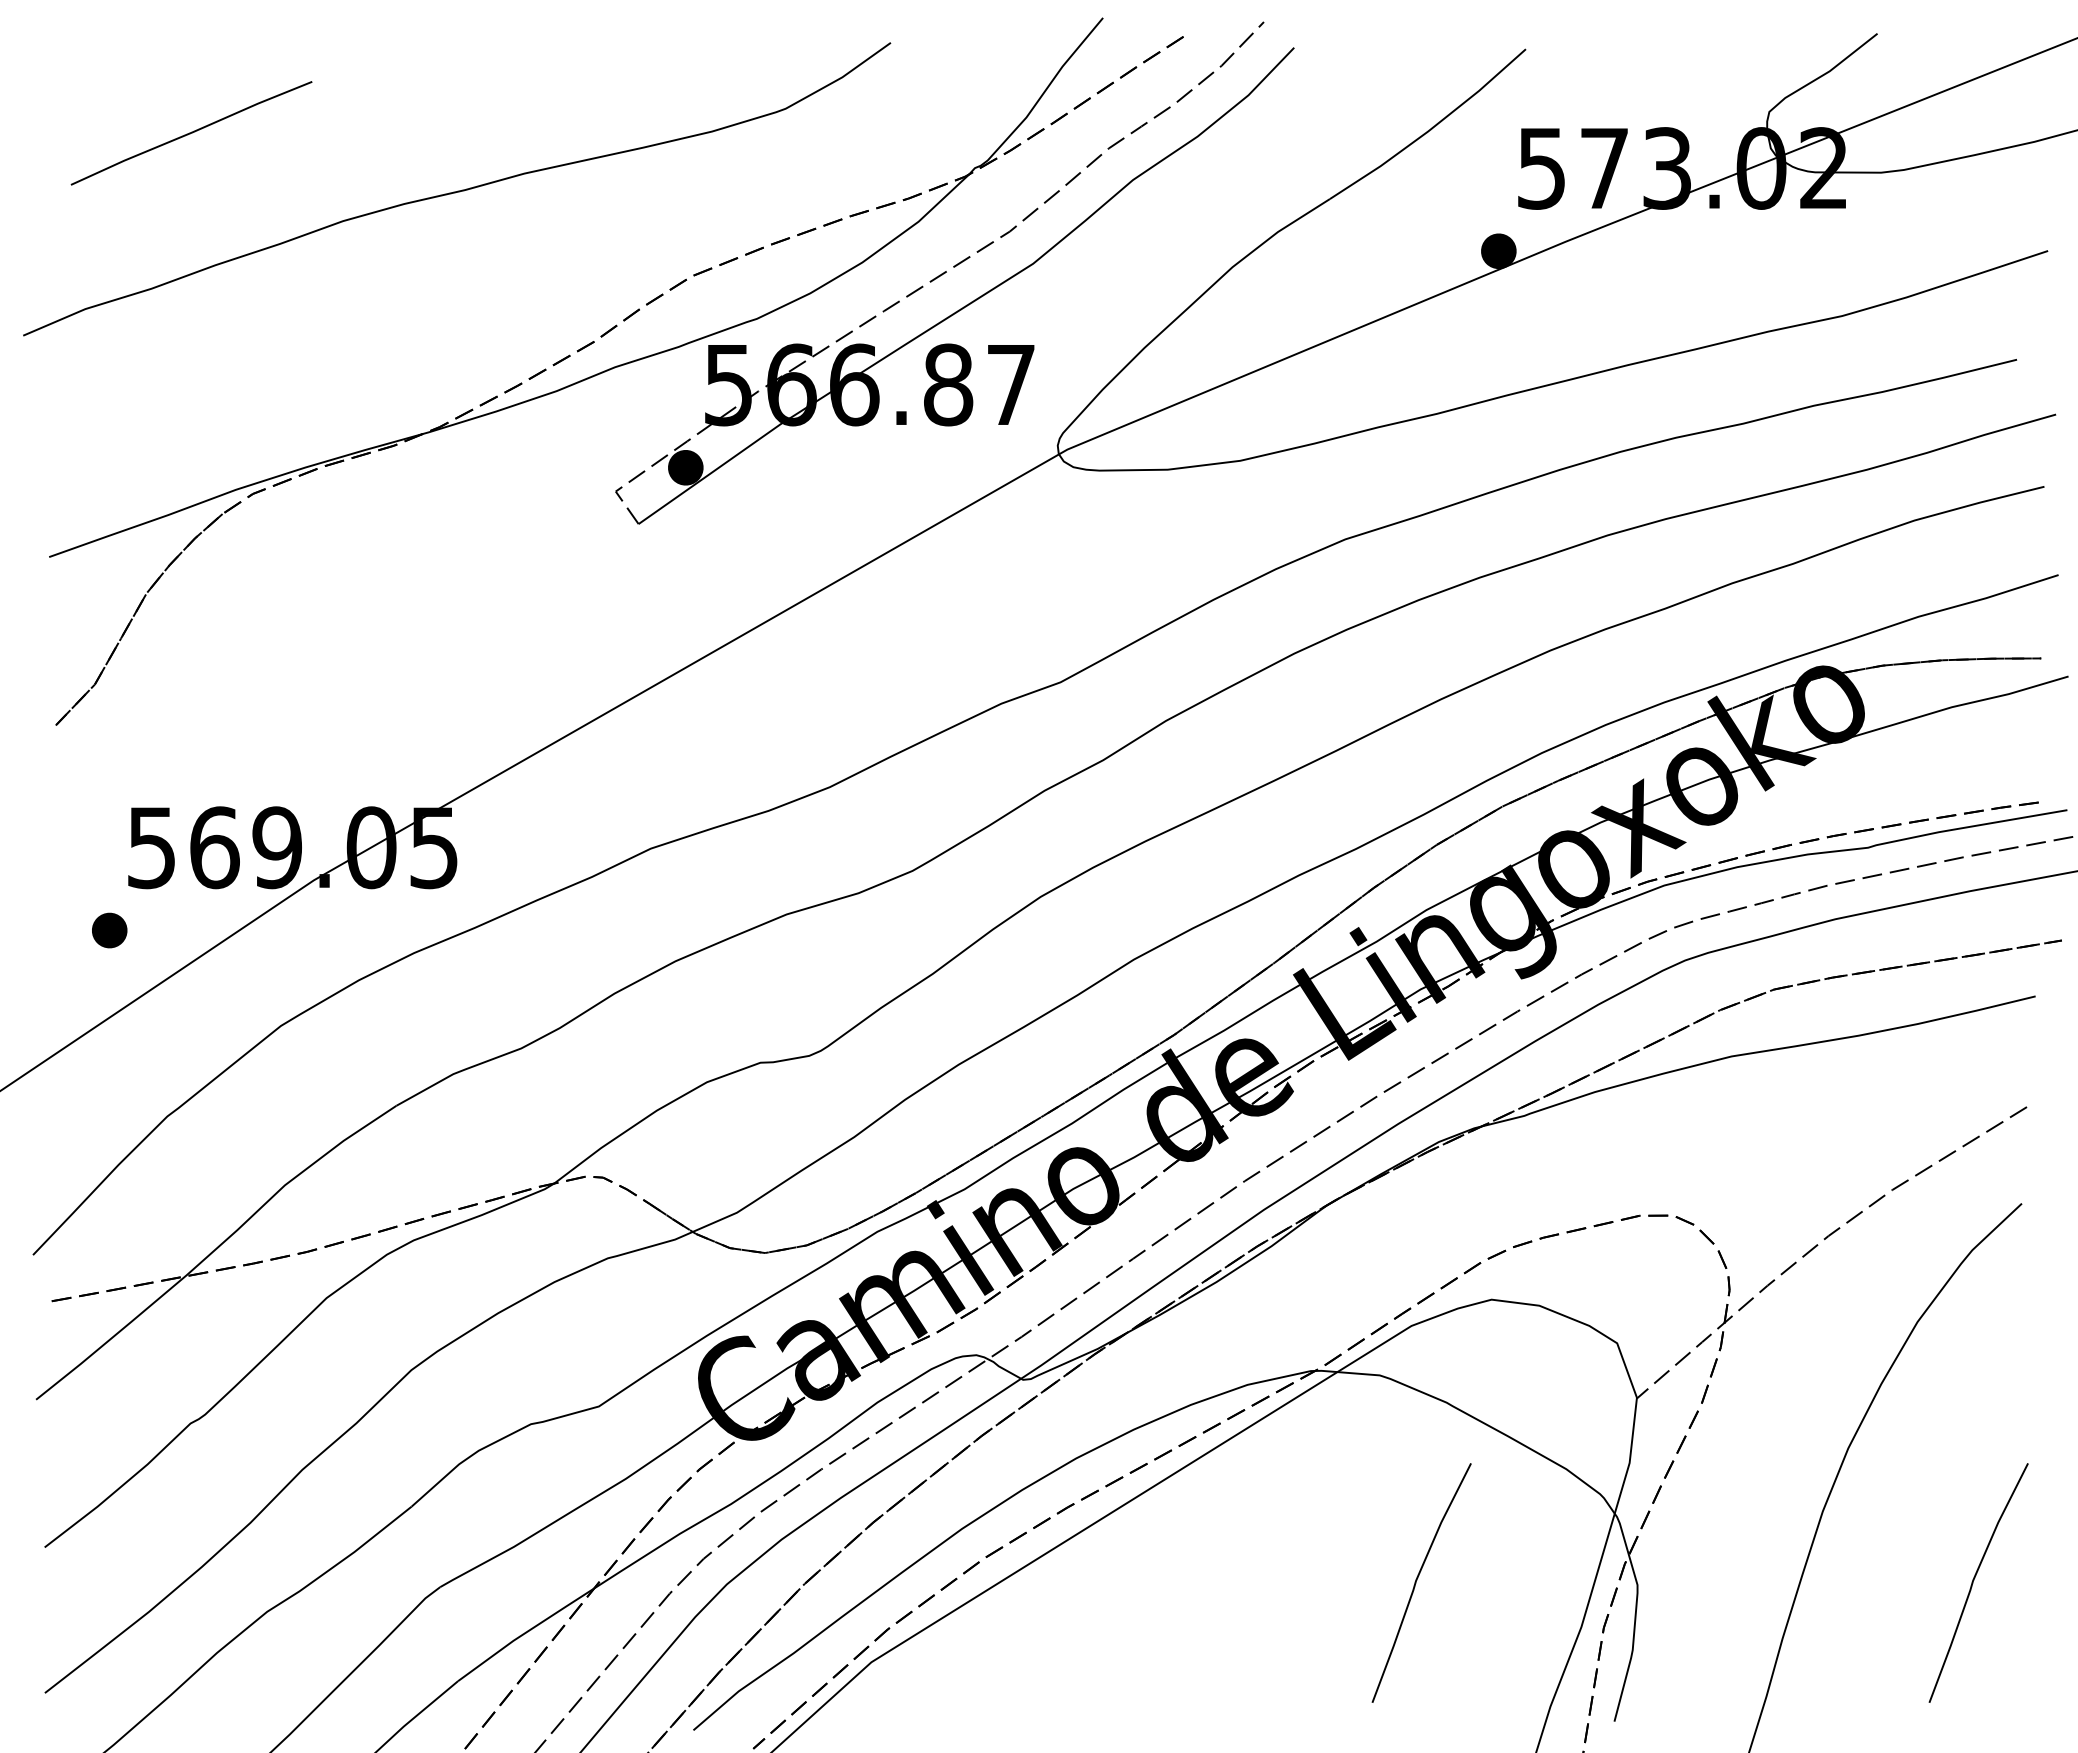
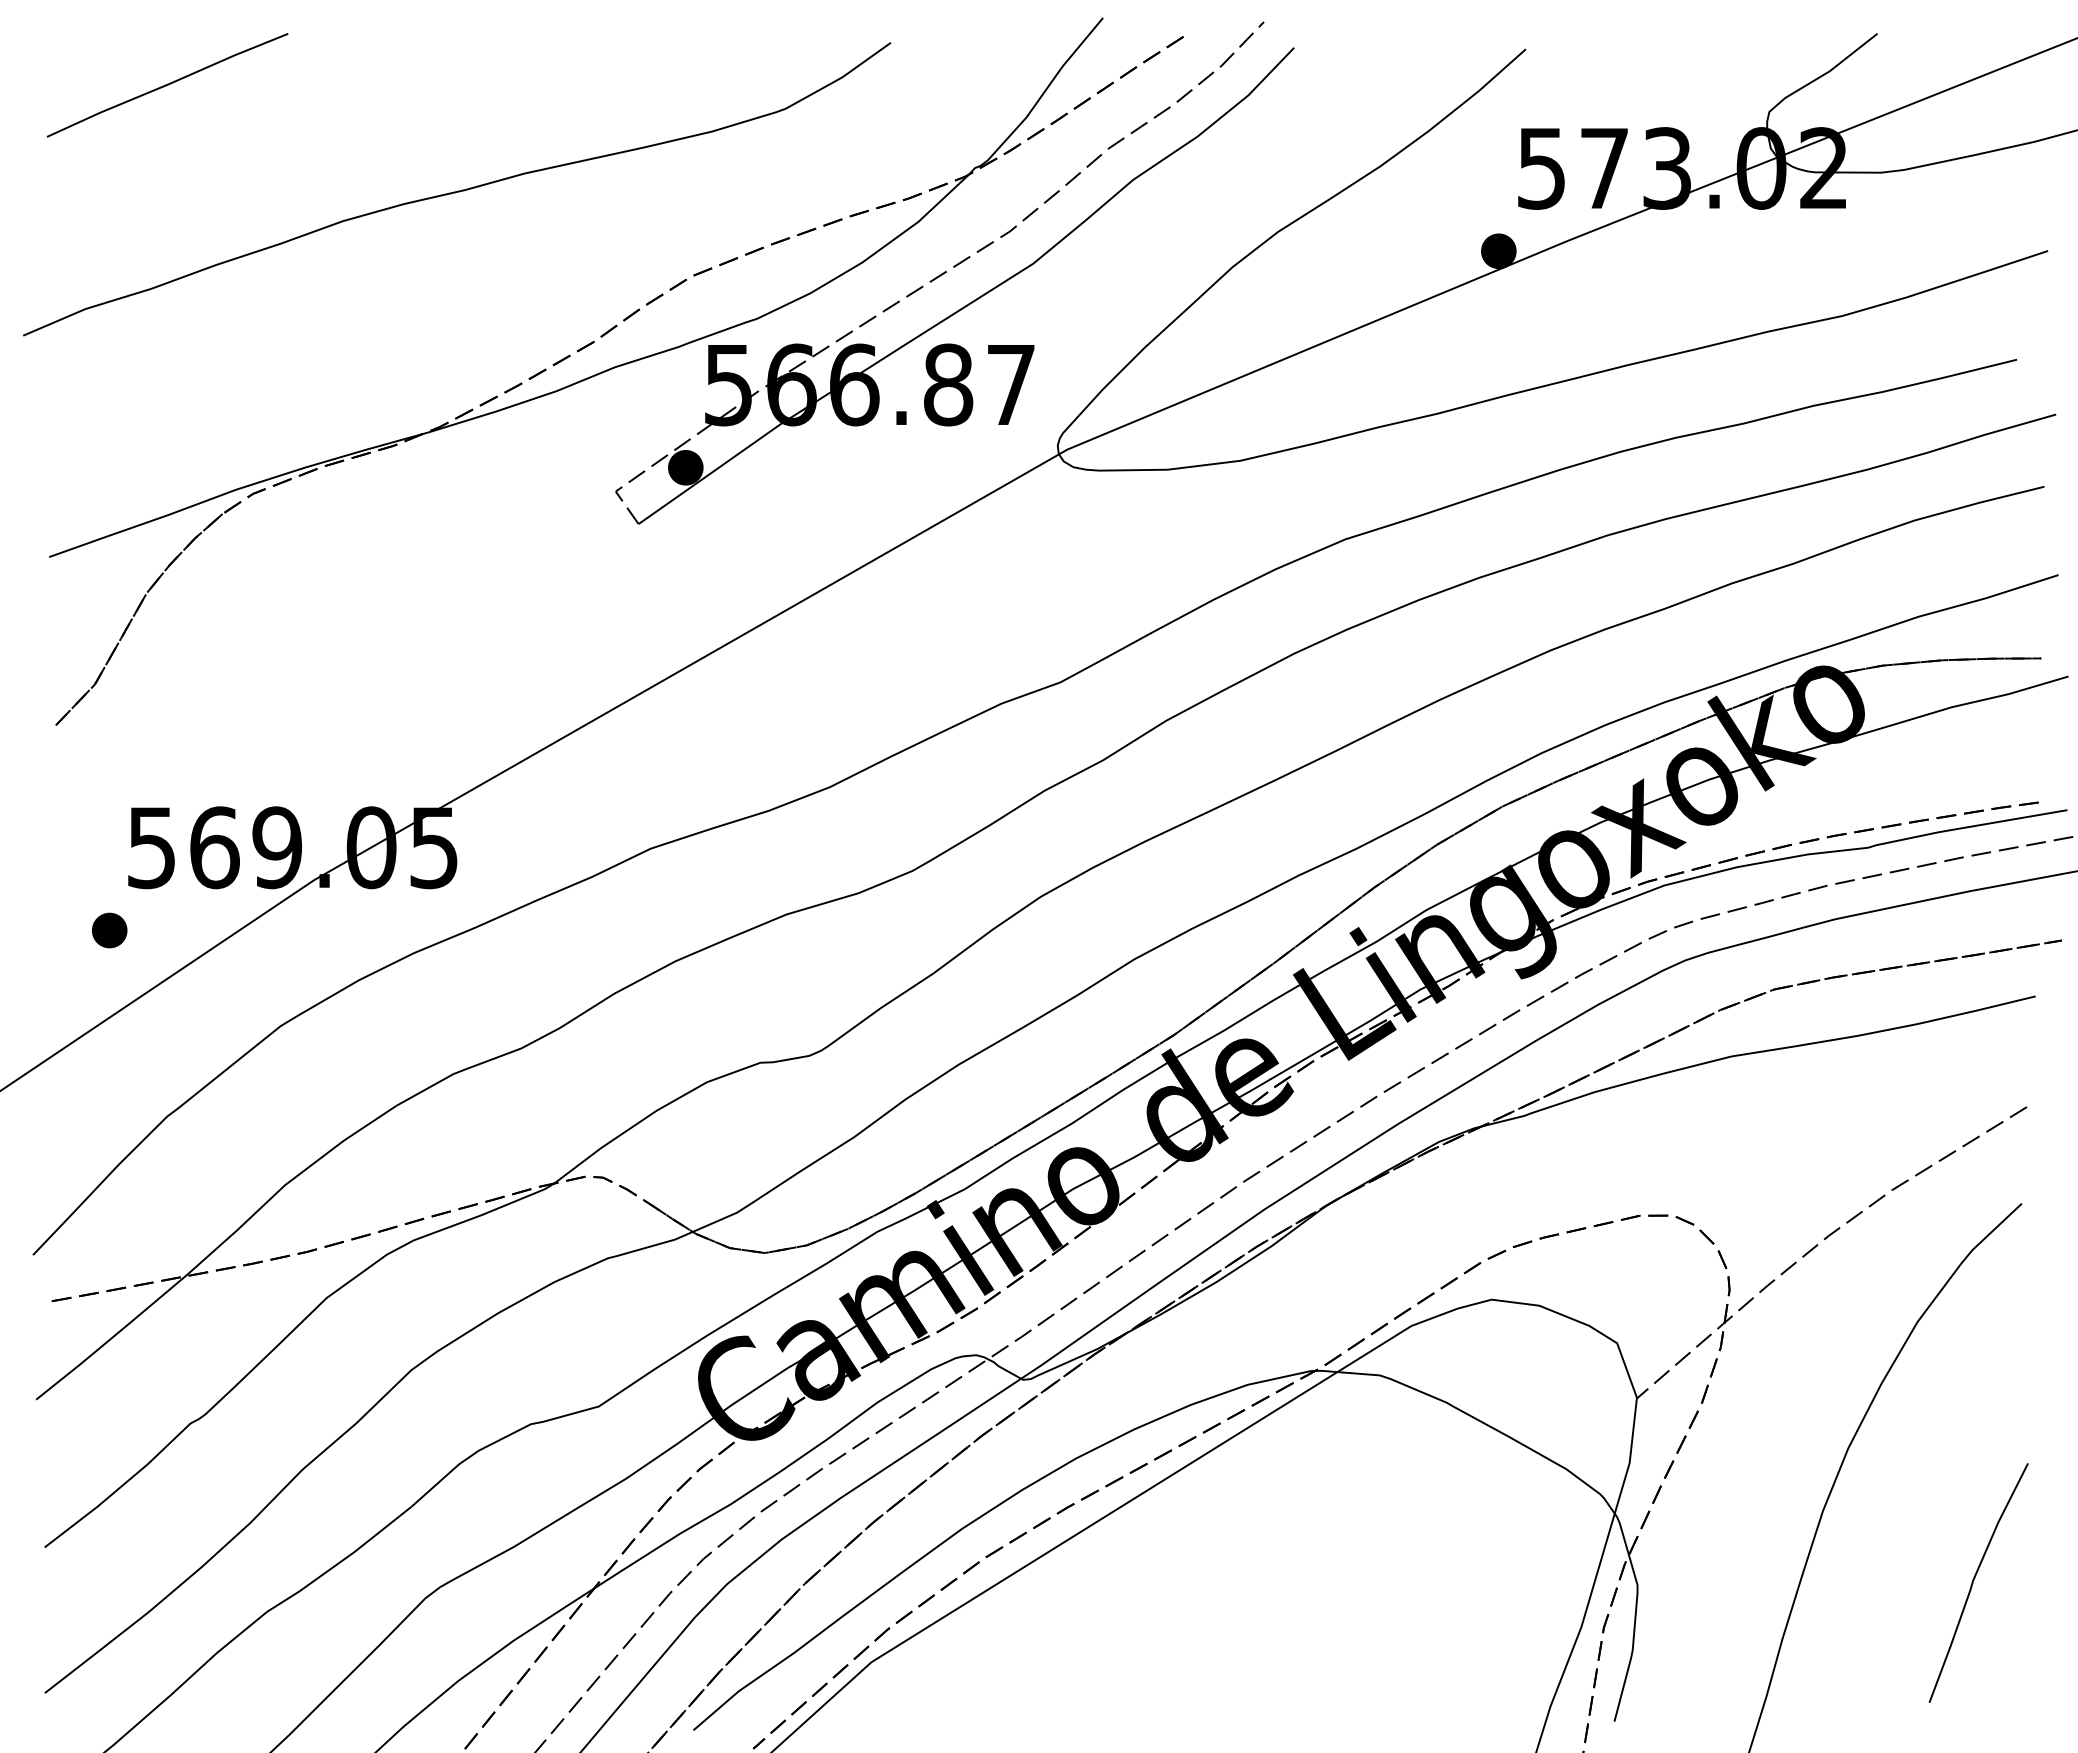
line at (191, 133) position: (191, 133) -> (167, 85)
curve at (1417, 1580): present -> none
